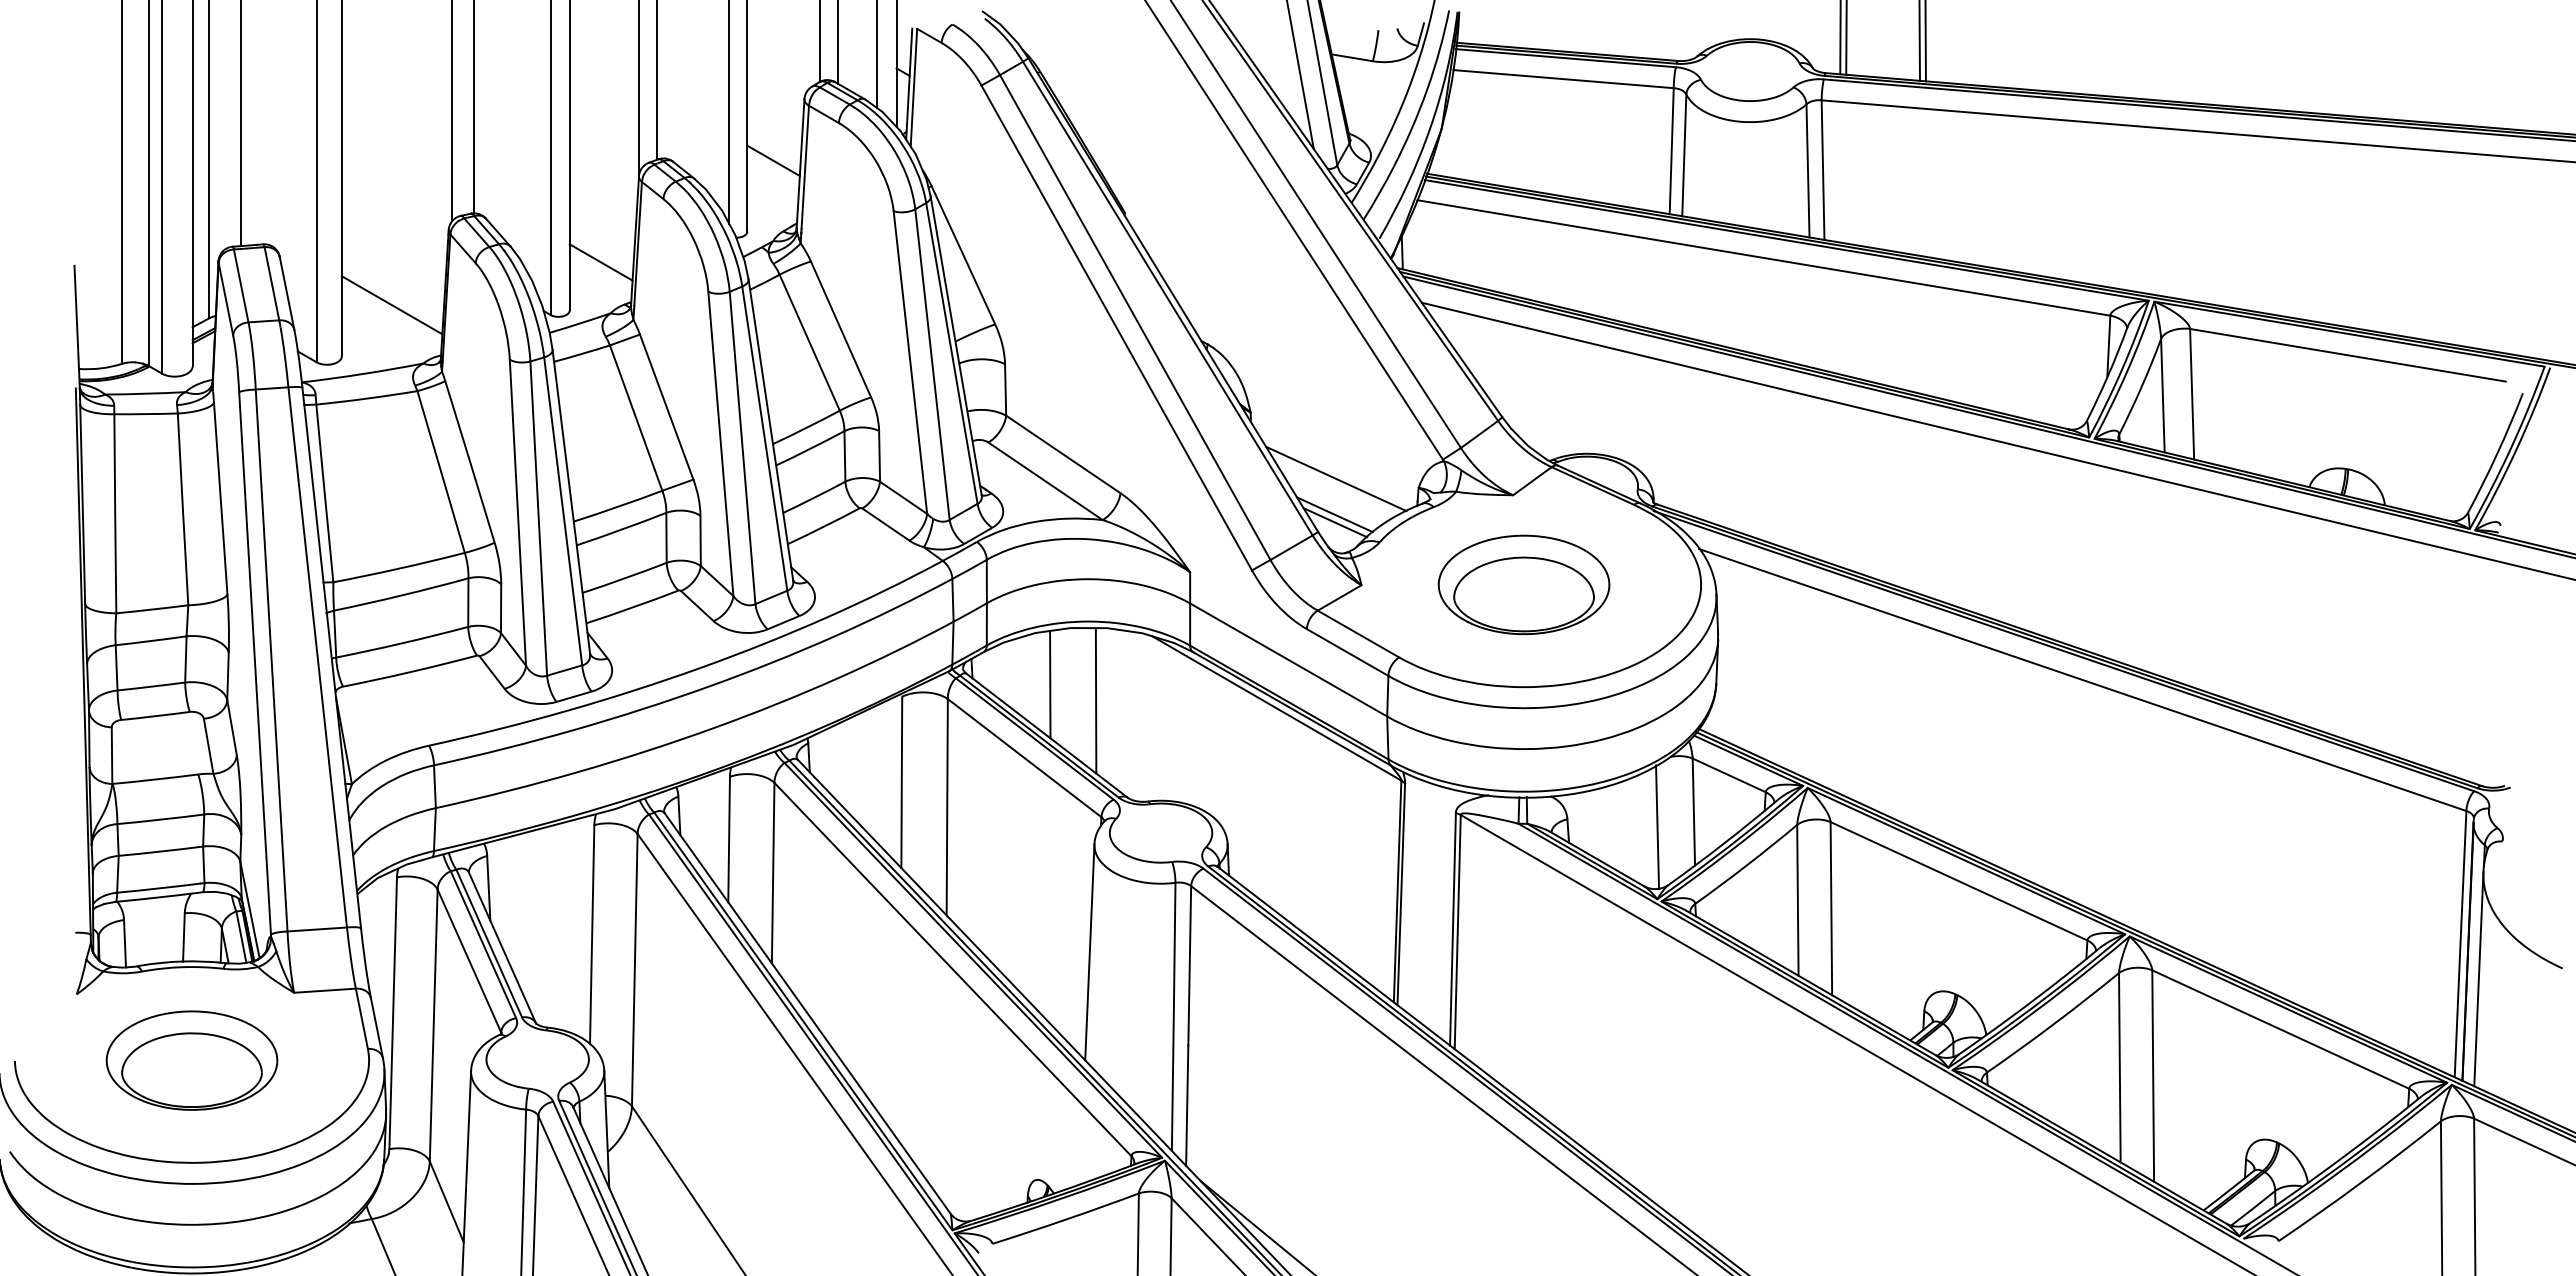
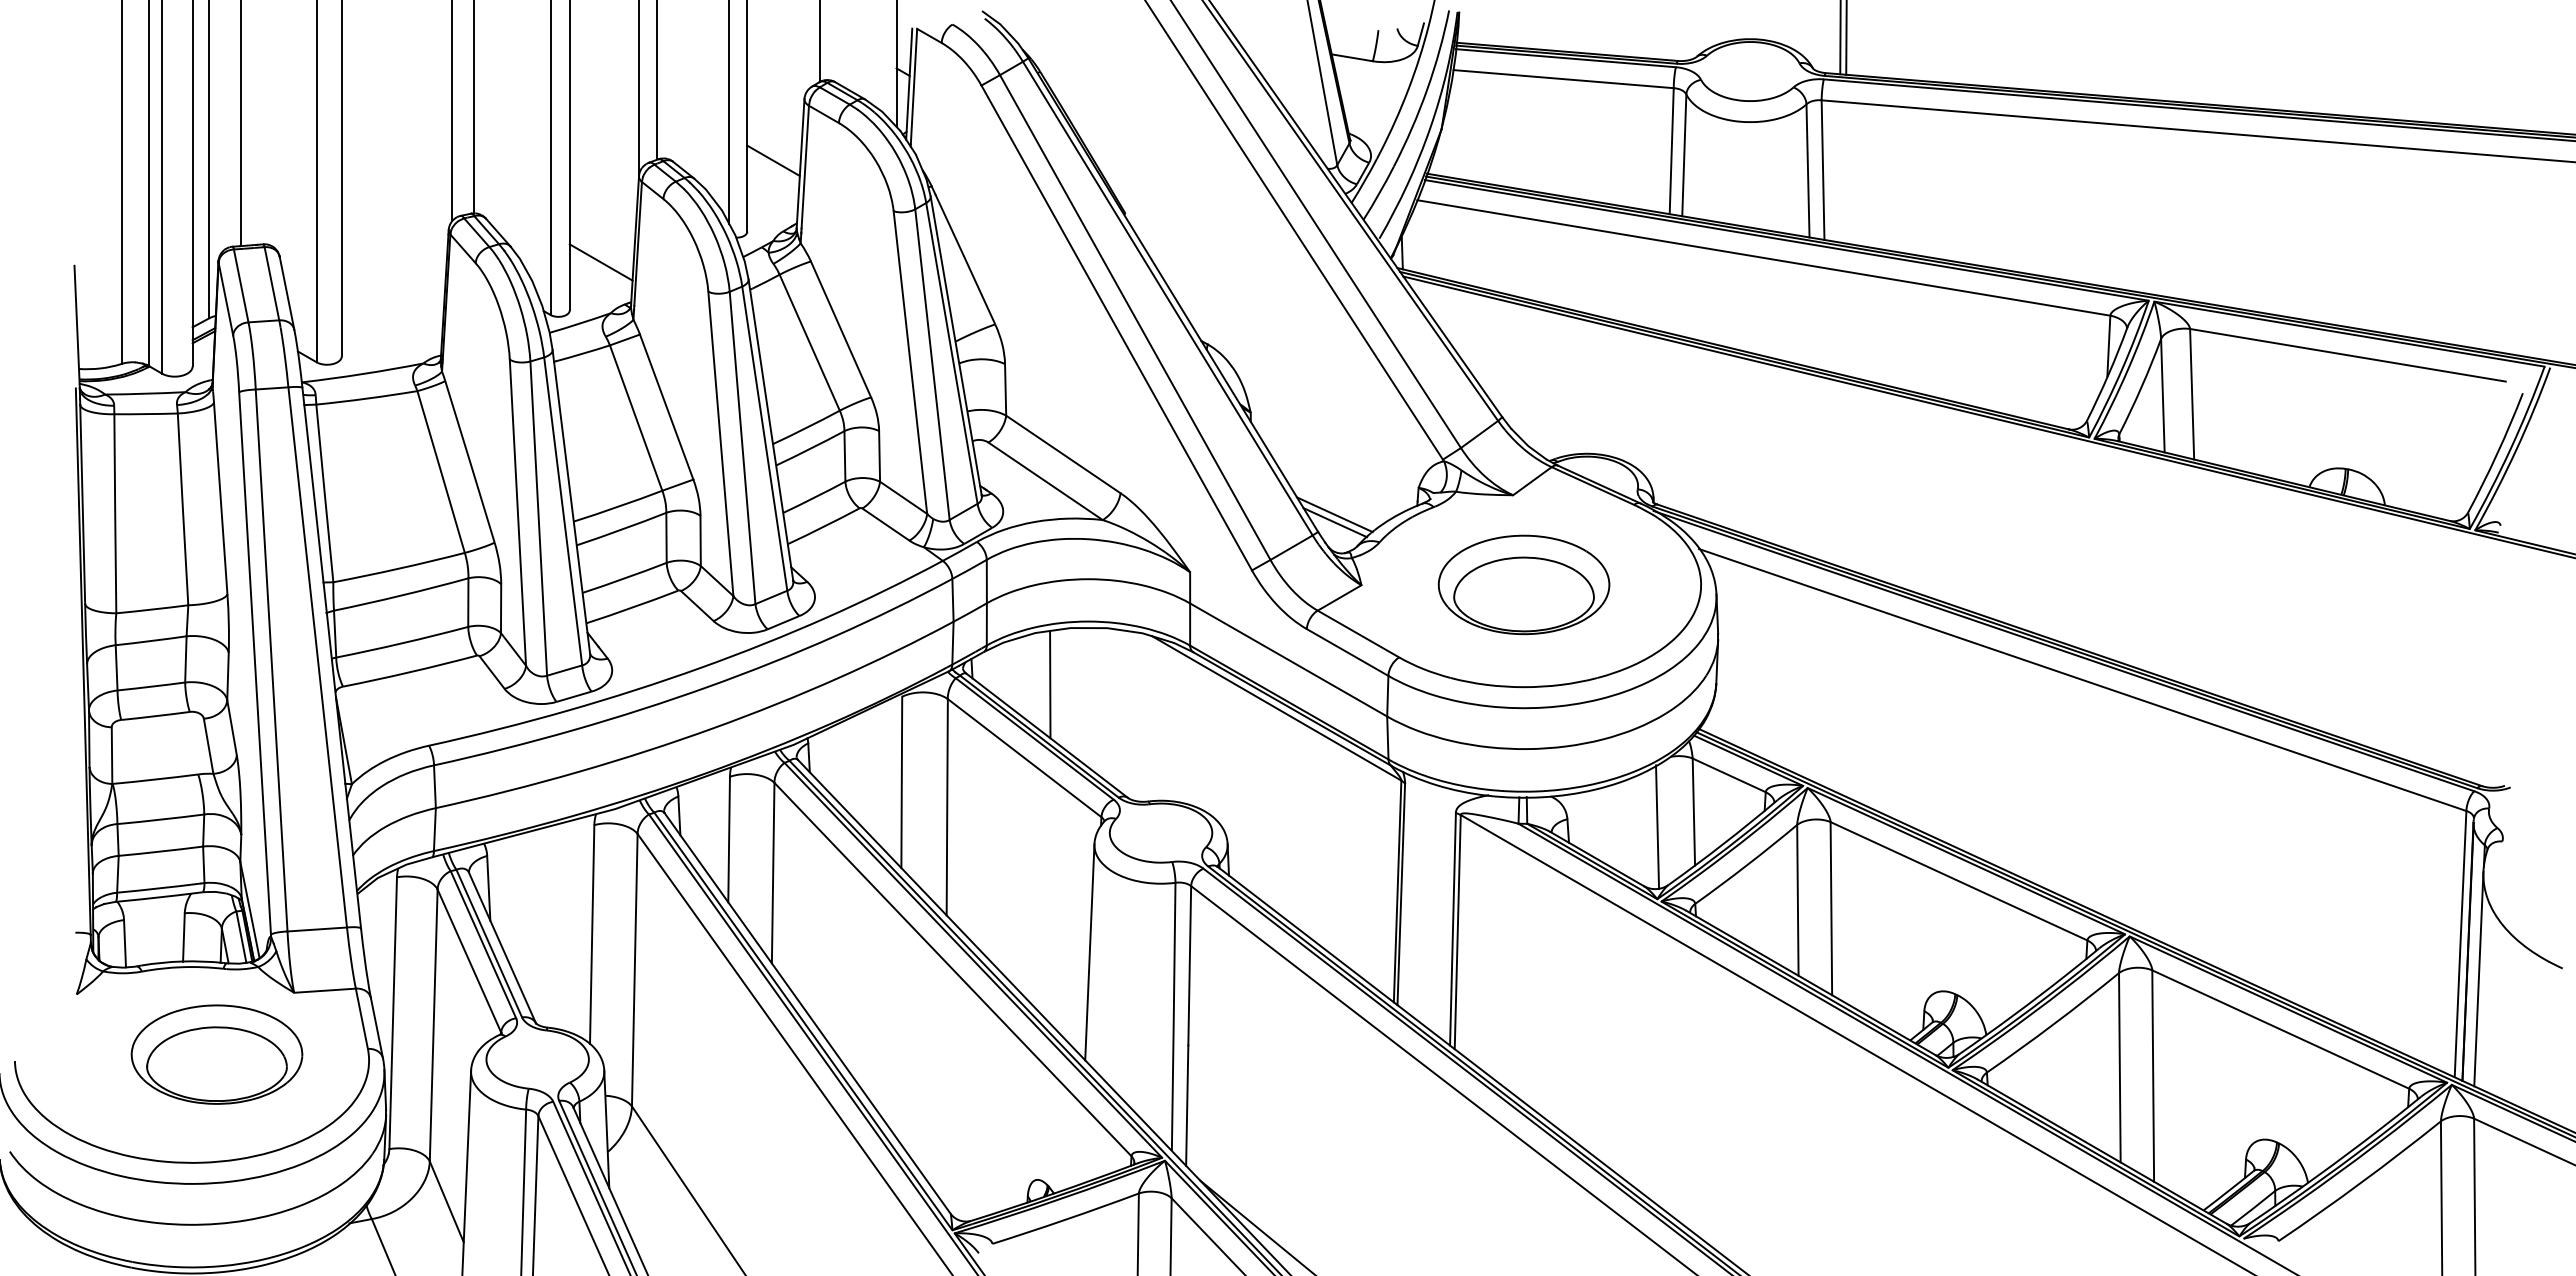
line at (1919, 41): present -> none
line at (1925, 41): present -> none
line at (837, 42): present -> none
line at (877, 55): present -> none
line at (1300, 75): present -> none
line at (391, 305): present -> none
line at (1996, 440): present -> none
line at (1336, 478): present -> none
line at (1095, 700): present -> none
part at (191, 1060) position: (191, 1060) -> (216, 1054)
